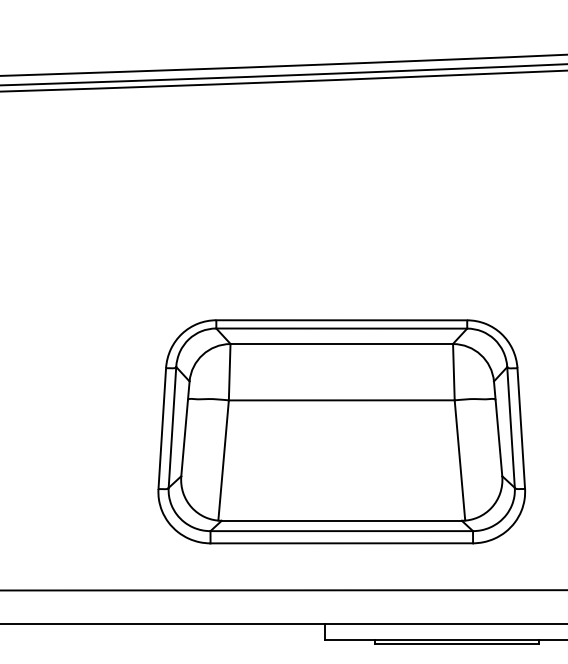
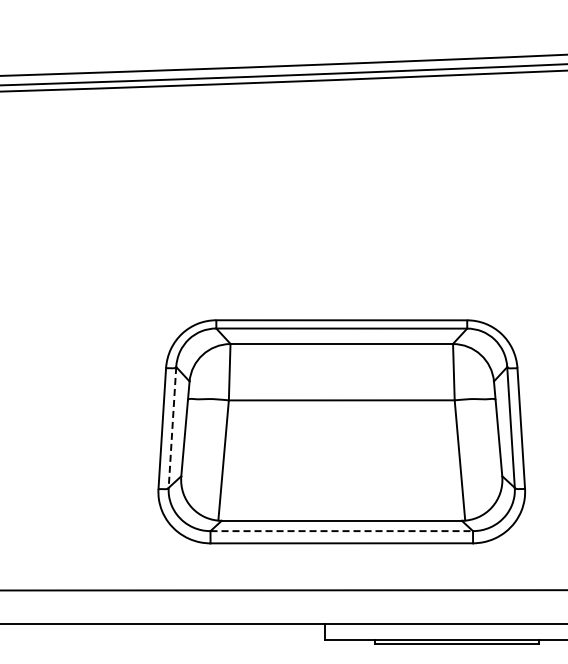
line at (172, 427): solid -> dashed
line at (342, 531): solid -> dashed
